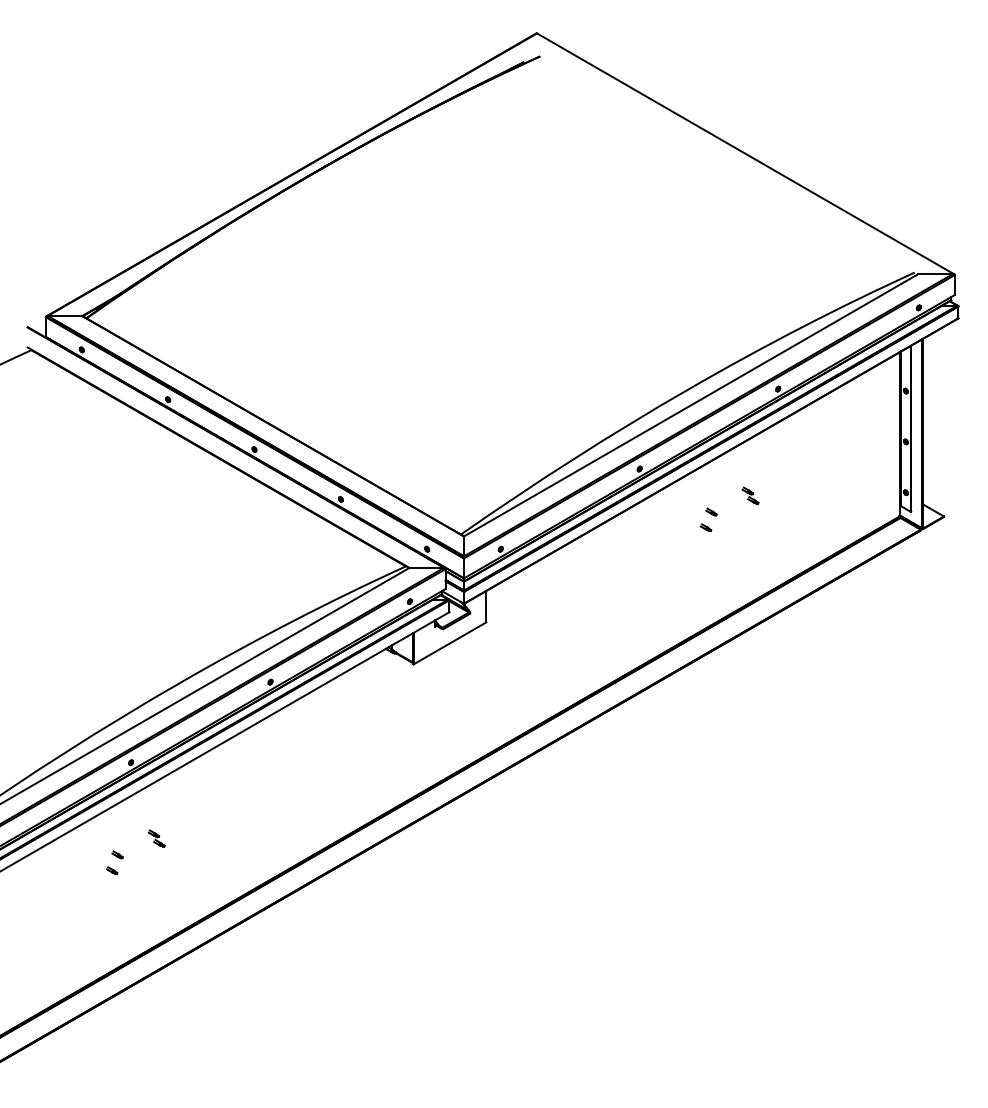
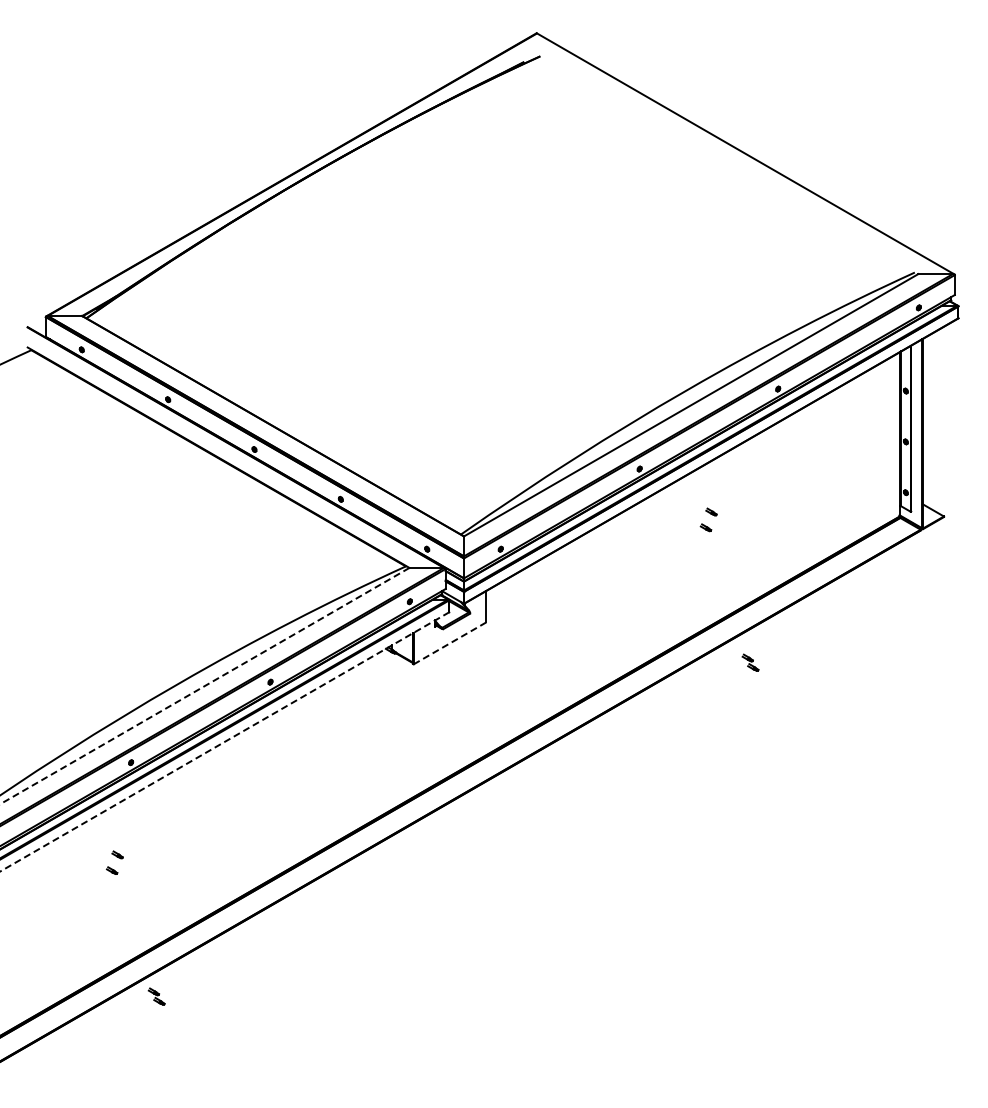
part at (750, 495) position: (750, 495) -> (750, 662)
line at (450, 643): solid -> dashed
line at (204, 686): solid -> dashed
line at (224, 742): solid -> dashed
part at (156, 838) position: (156, 838) -> (156, 996)
